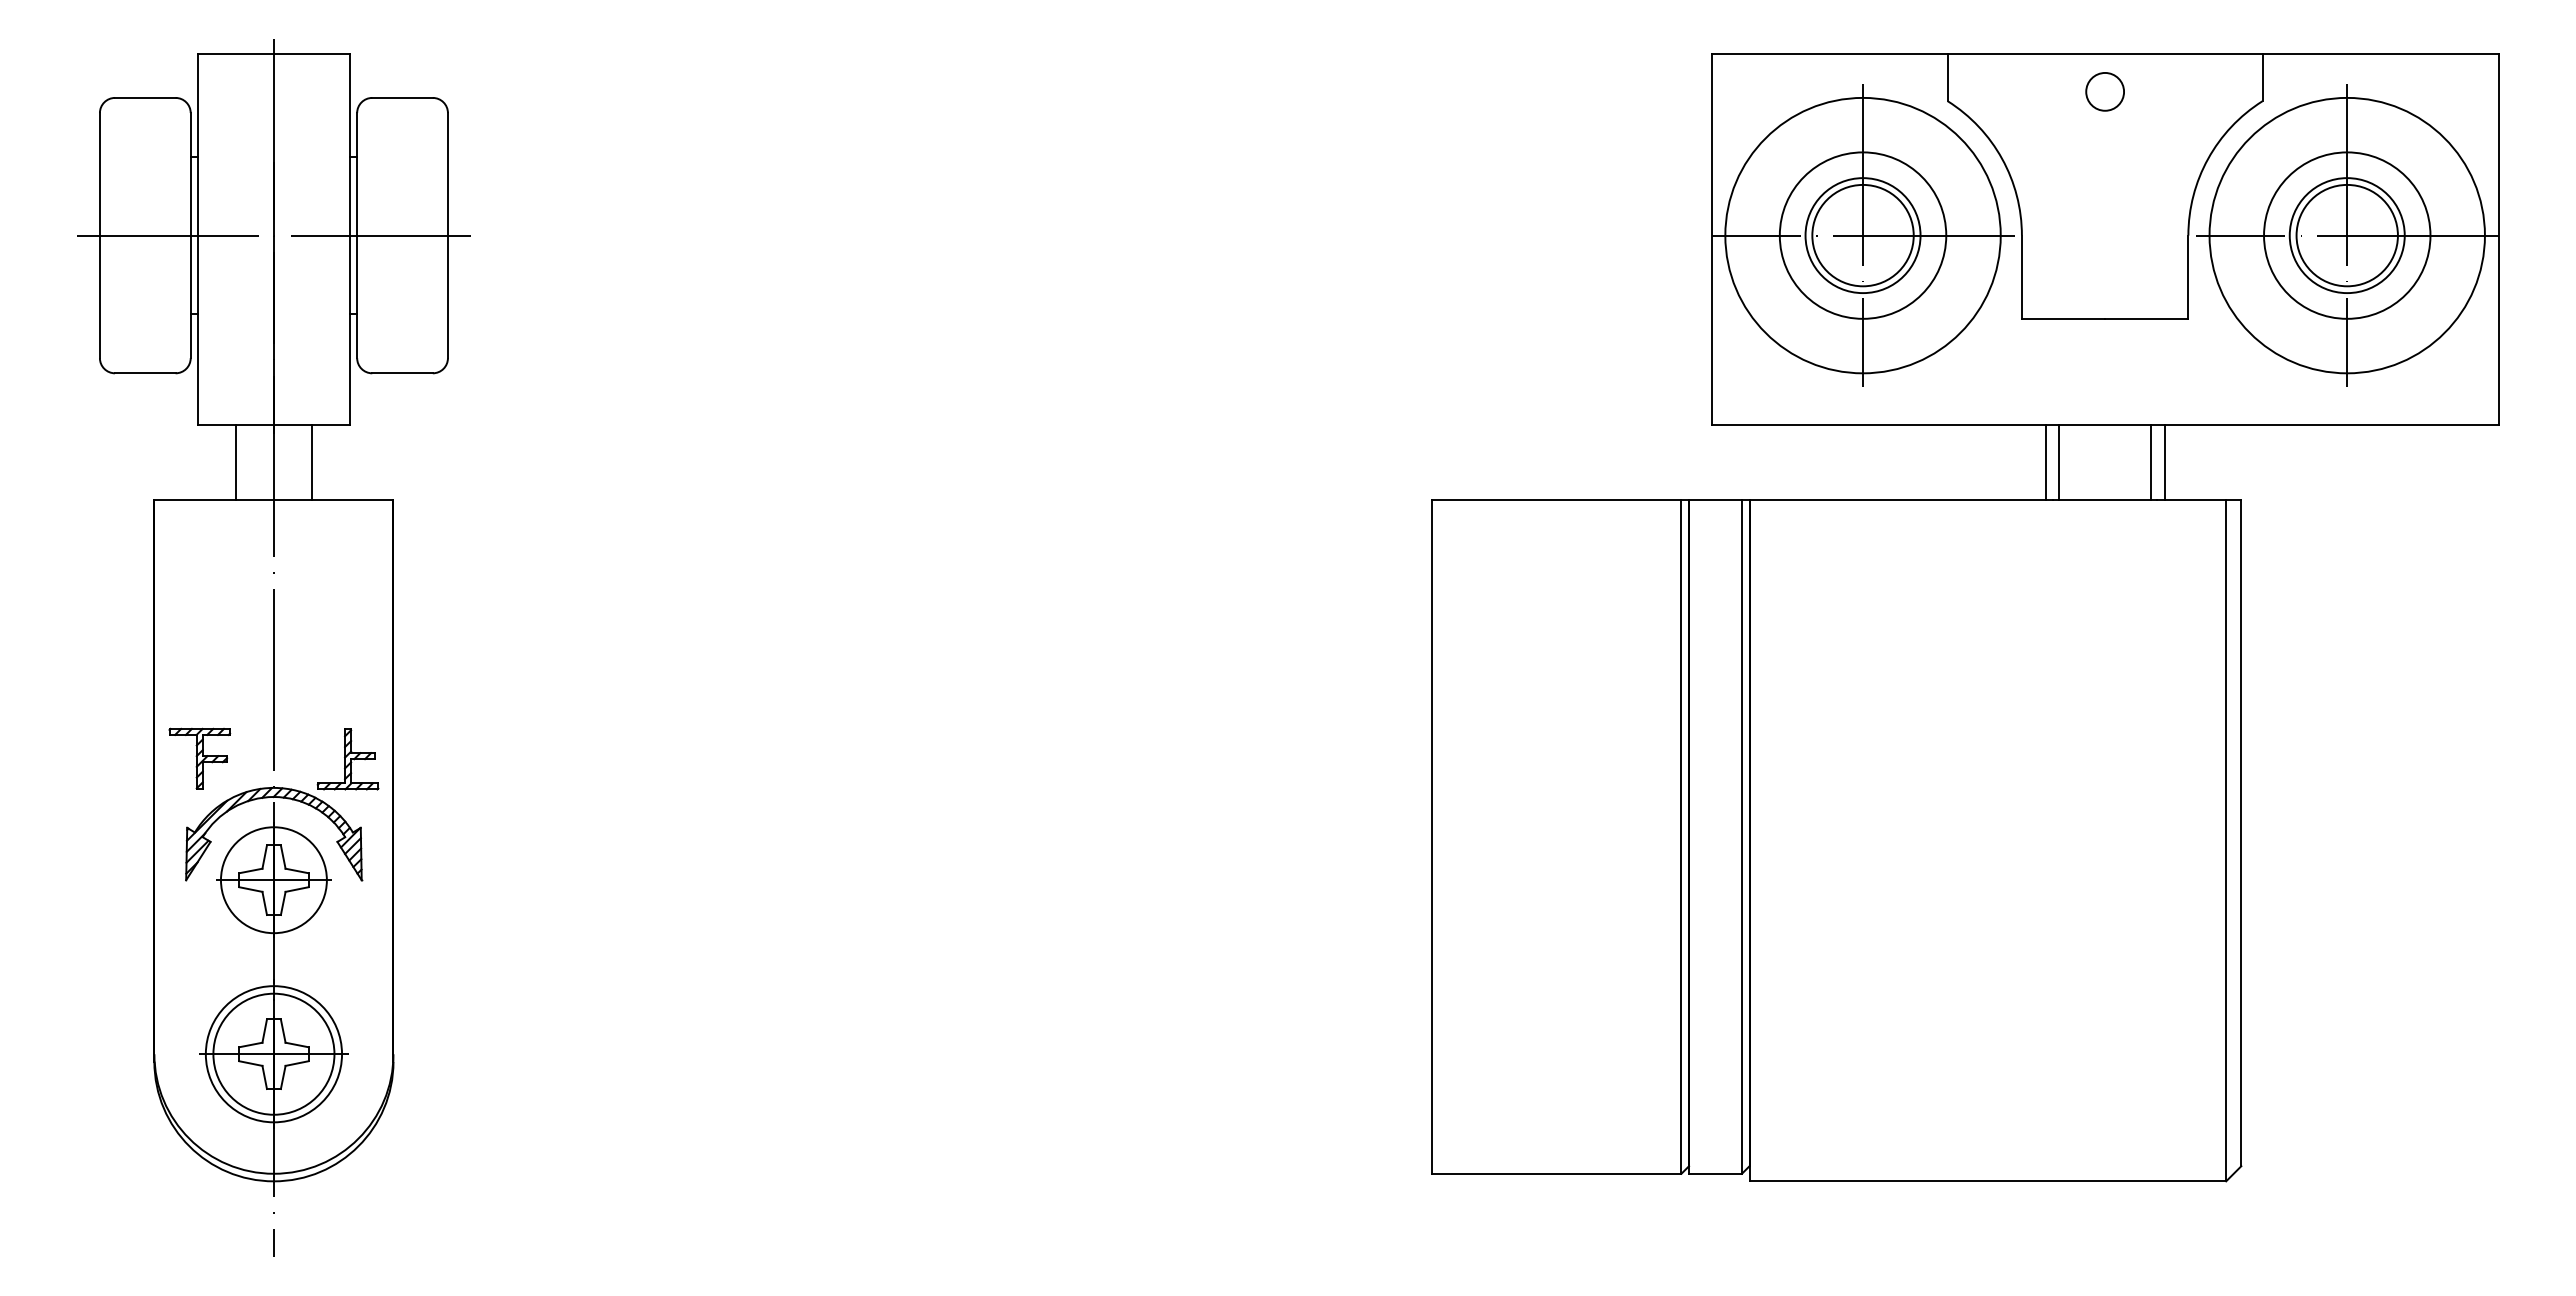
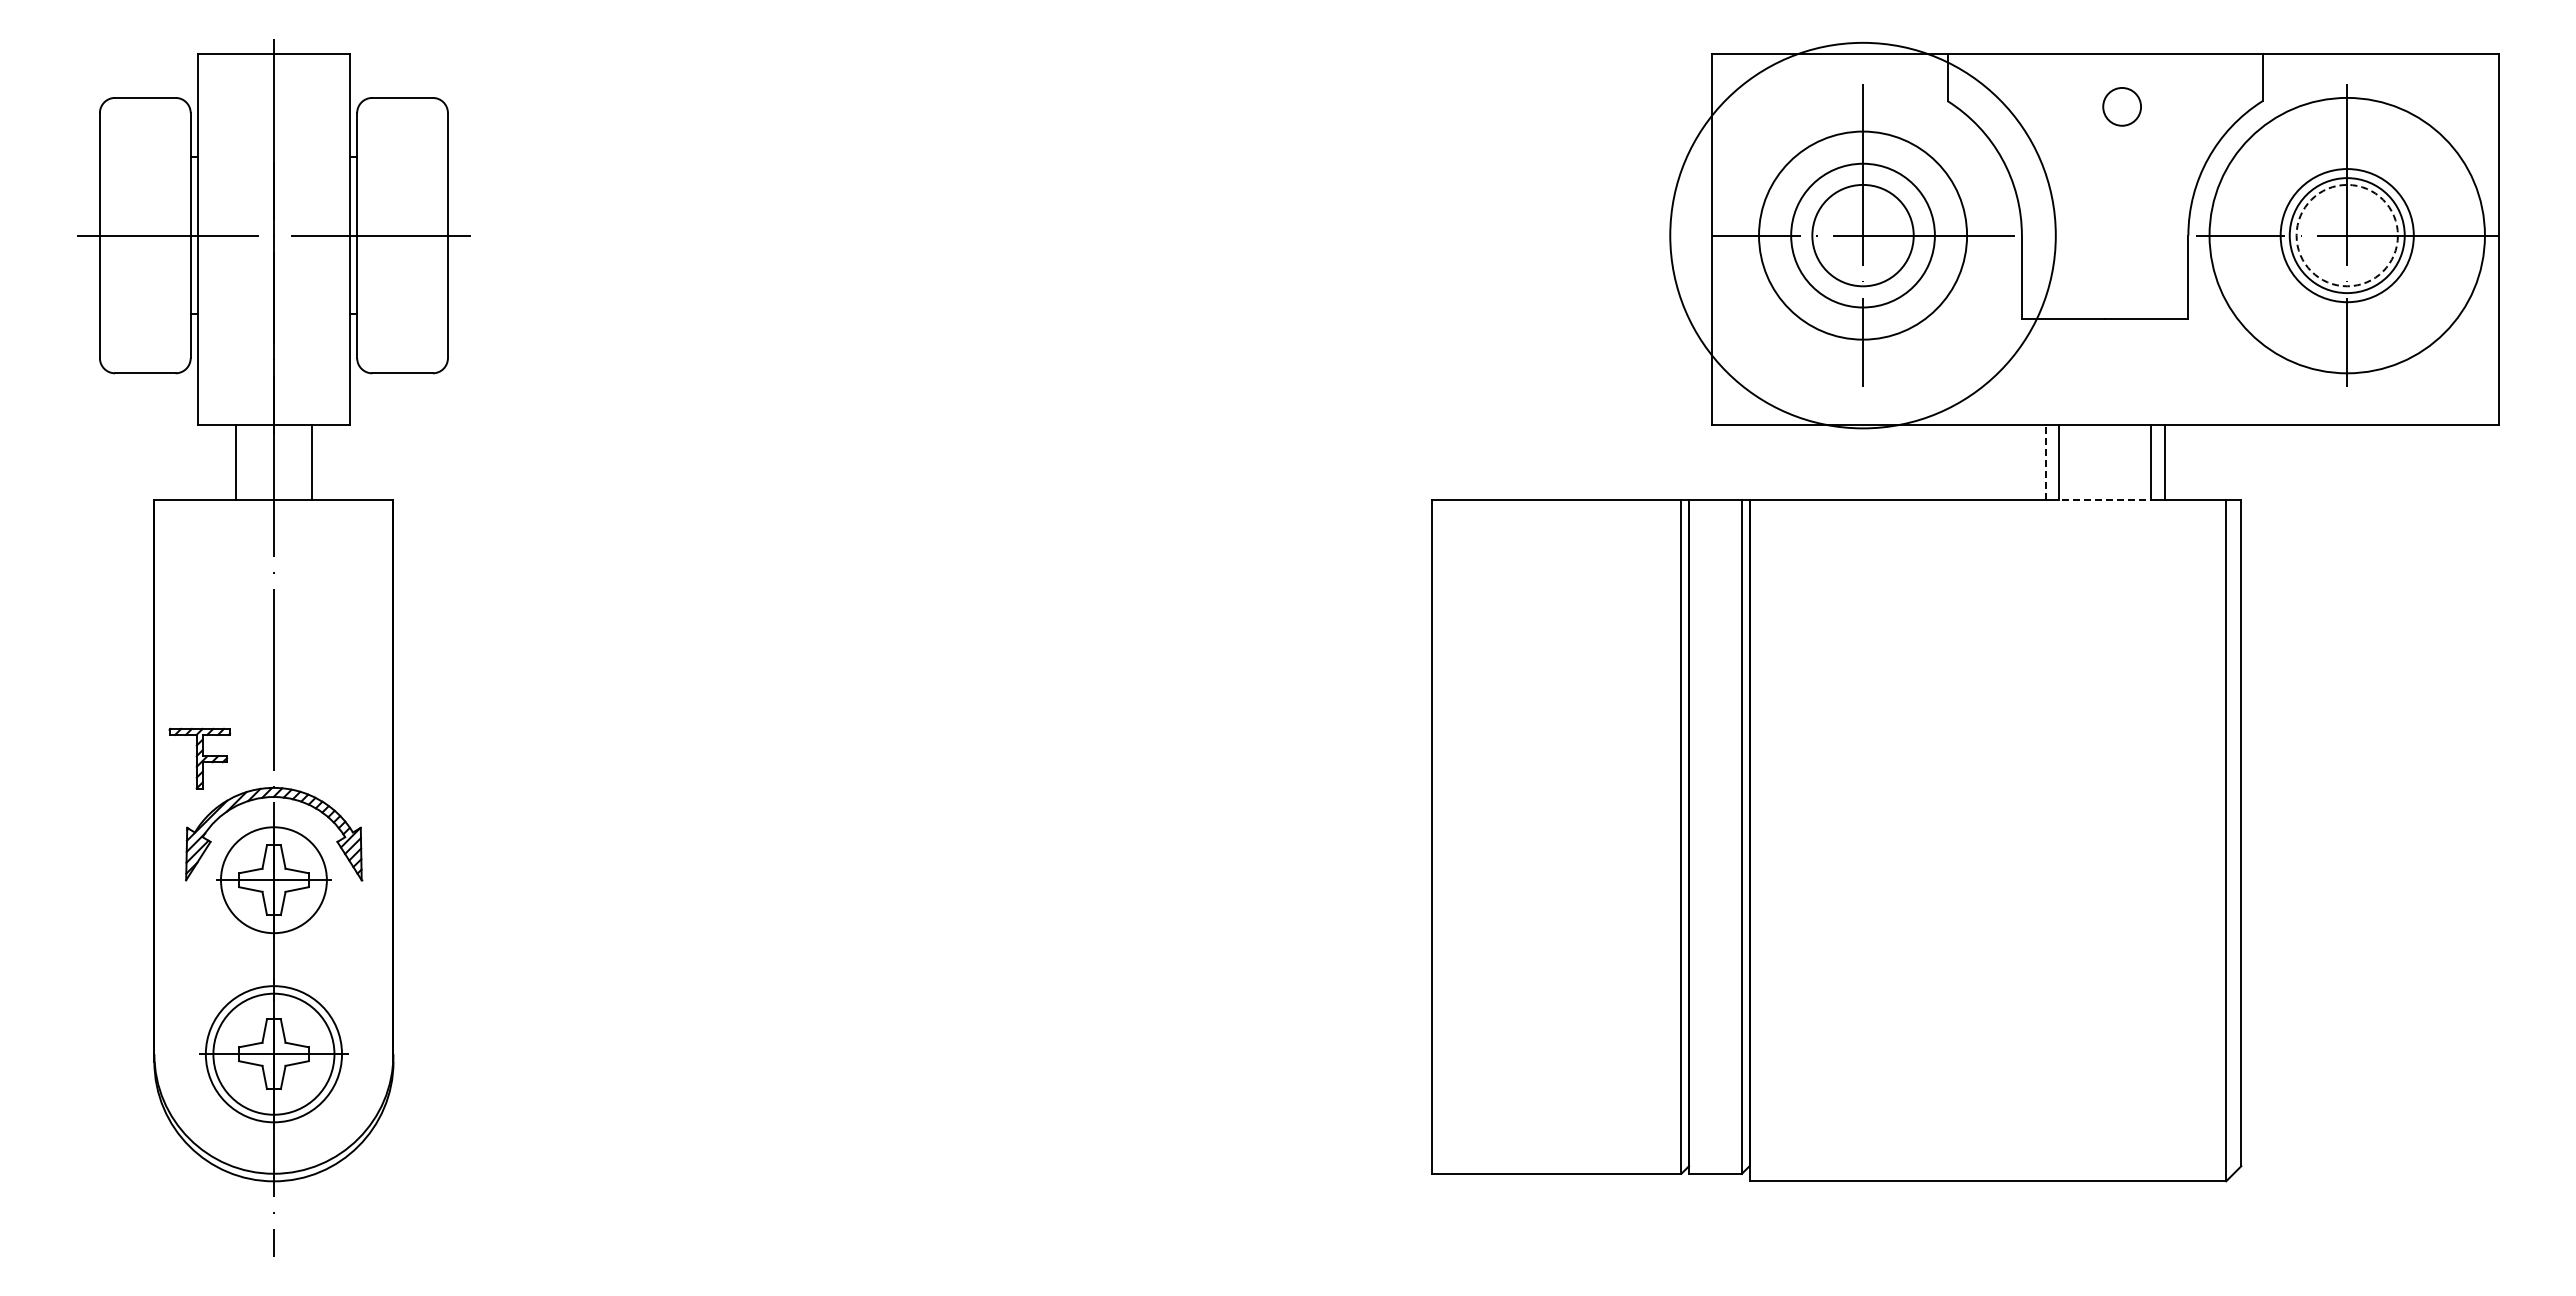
circle at (2104, 91) position: (2104, 91) -> (2121, 106)
circle at (1862, 235) diameter: 115 px -> 144 px
circle at (1862, 235) diameter: 166 px -> 208 px
circle at (1862, 235) diameter: 275 px -> 386 px
circle at (2346, 235): solid -> dashed
circle at (2347, 235) diameter: 166 px -> 133 px
line at (2045, 462): solid -> dashed
line at (2105, 500): solid -> dashed
part at (347, 759): present -> none
